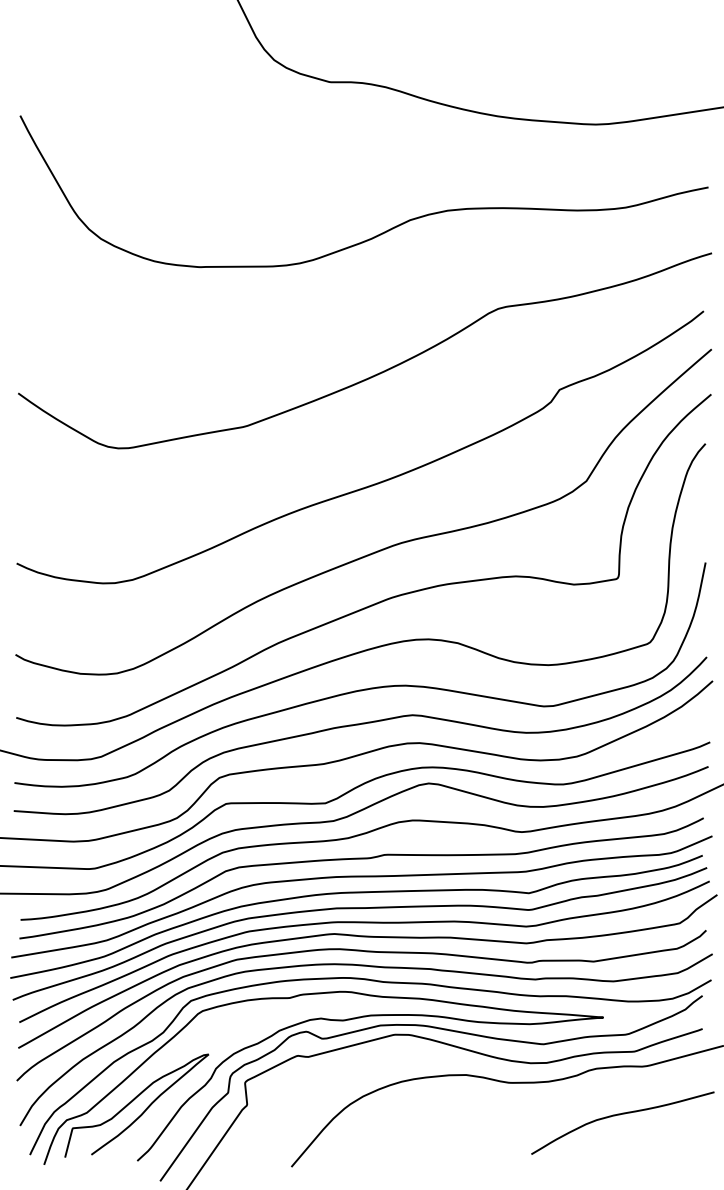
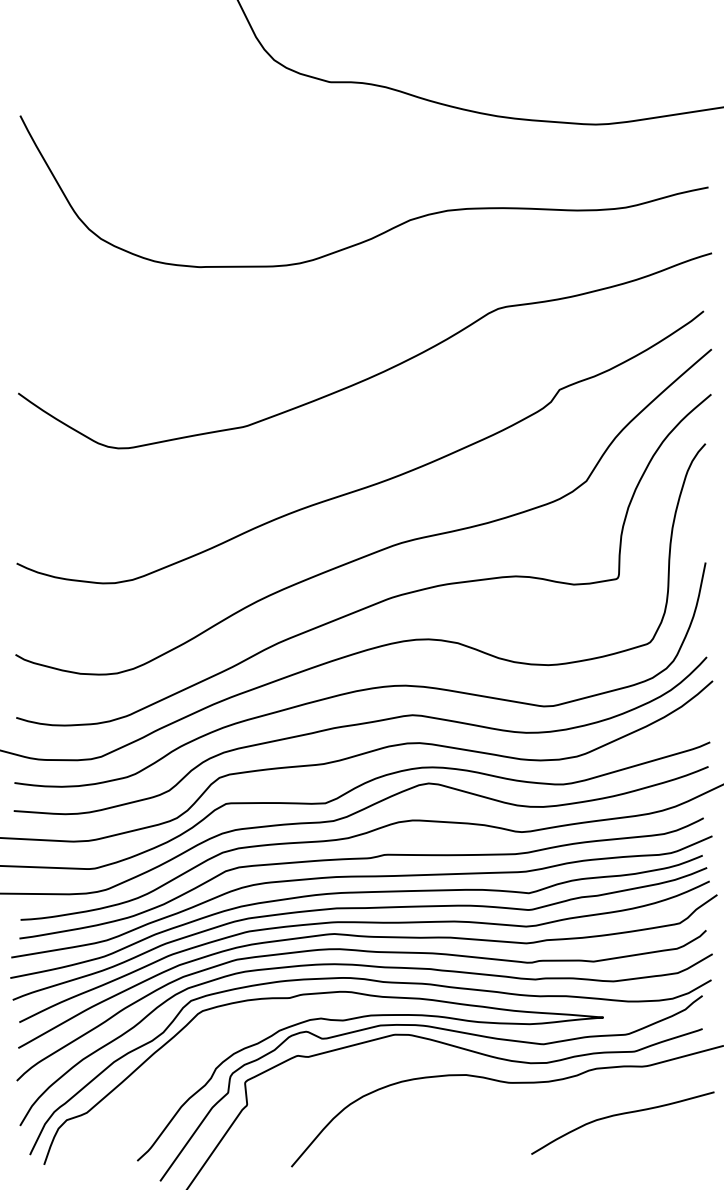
curve at (133, 1101): present -> none
